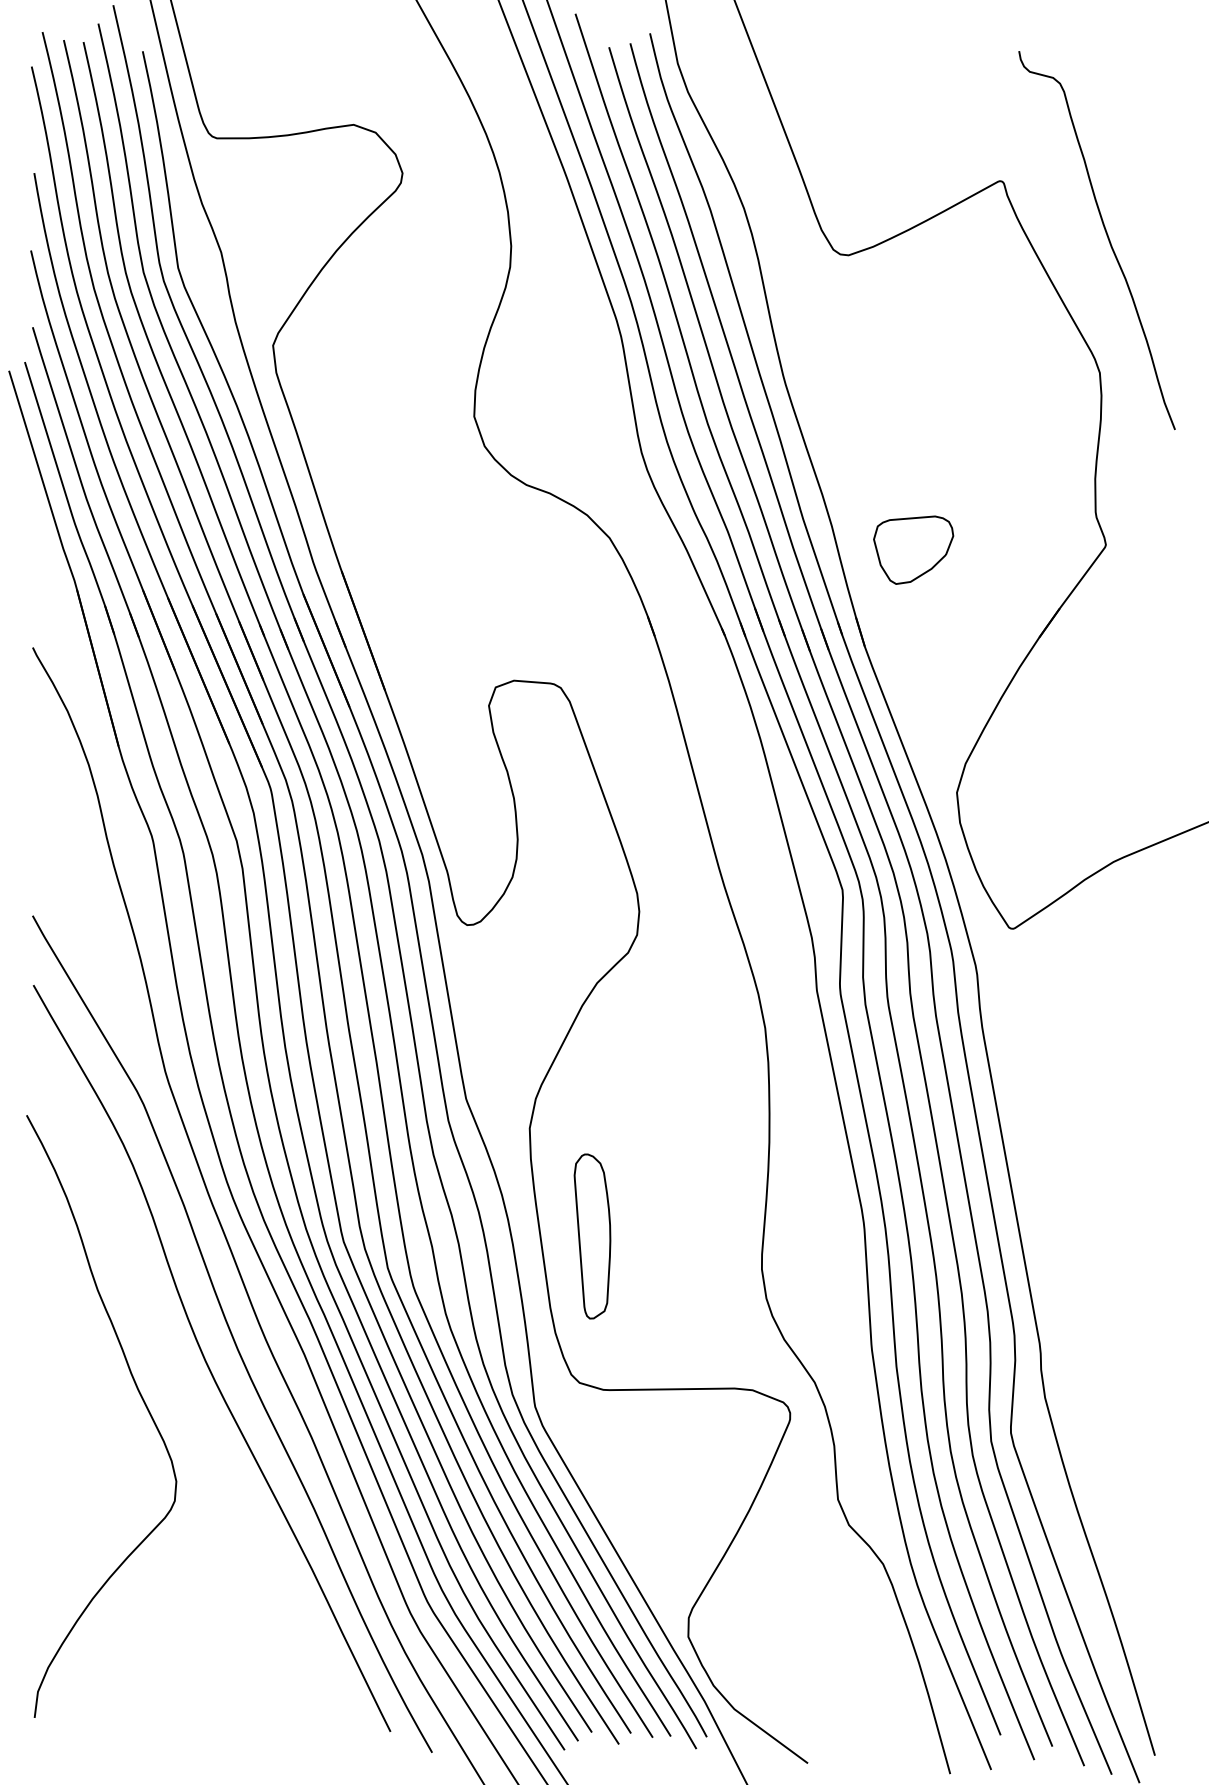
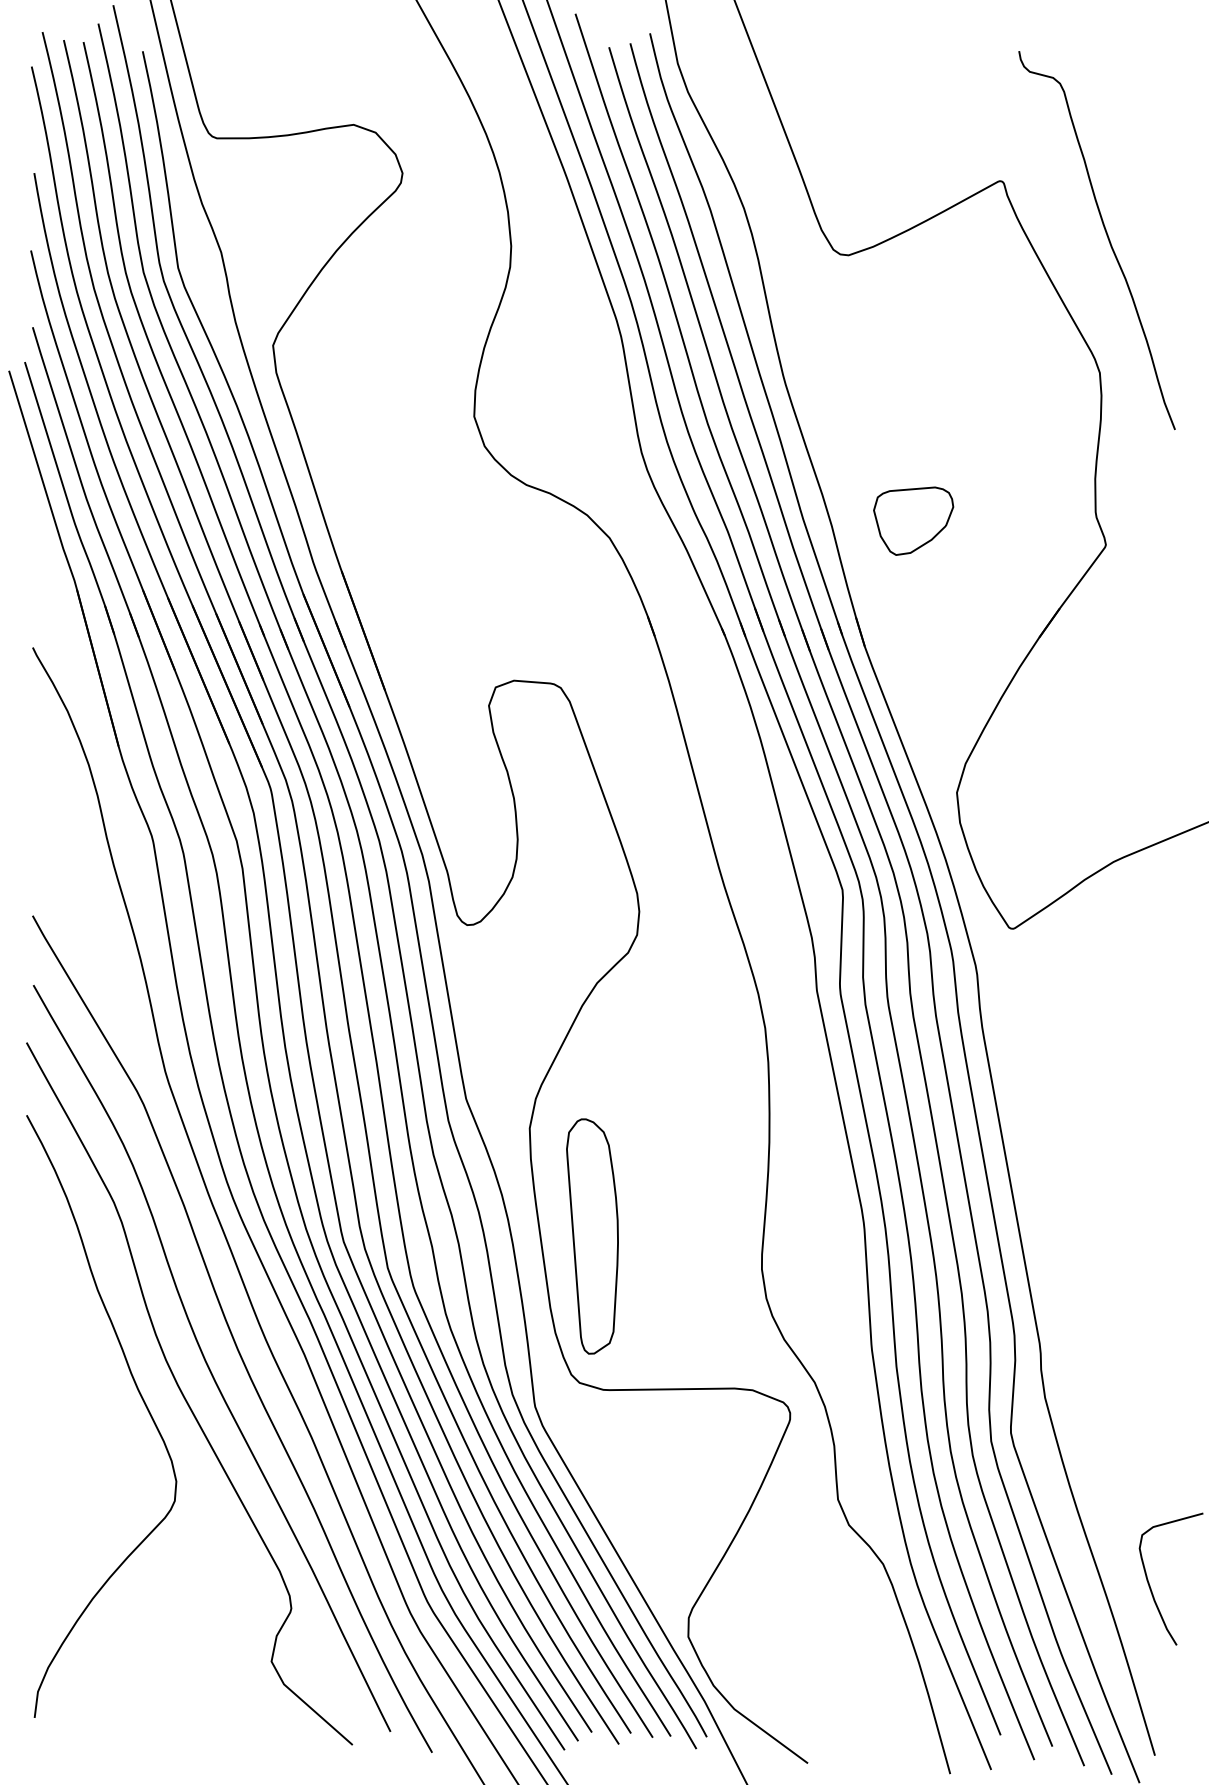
part at (913, 549) position: (913, 549) -> (913, 520)
part at (592, 1236) size: 39x167 px -> 53x237 px
curve at (184, 1395): none -> present
curve at (1150, 1585): none -> present
